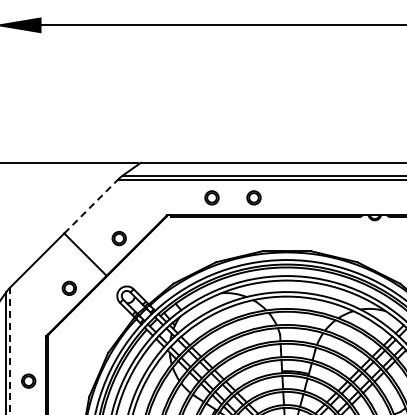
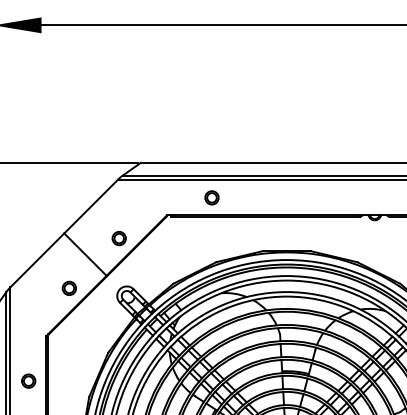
circle at (253, 197): present -> none
line at (91, 206): dashed -> solid
line at (10, 351): dashed -> solid
